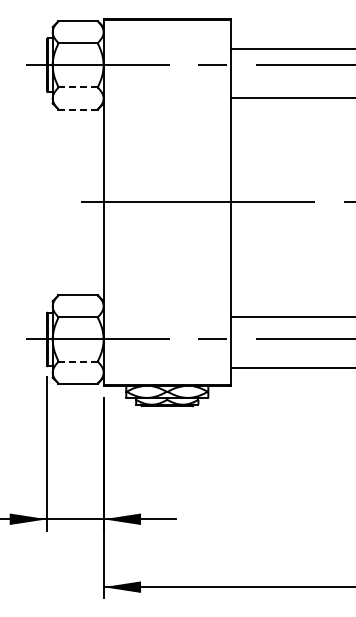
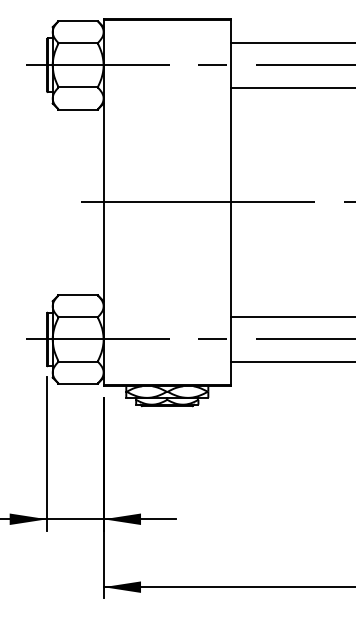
line at (291, 48) position: (291, 48) -> (291, 42)
line at (78, 87): dashed -> solid
line at (291, 97) position: (291, 97) -> (291, 87)
line at (78, 109): dashed -> solid
line at (78, 361): dashed -> solid
line at (291, 368) position: (291, 368) -> (291, 362)
